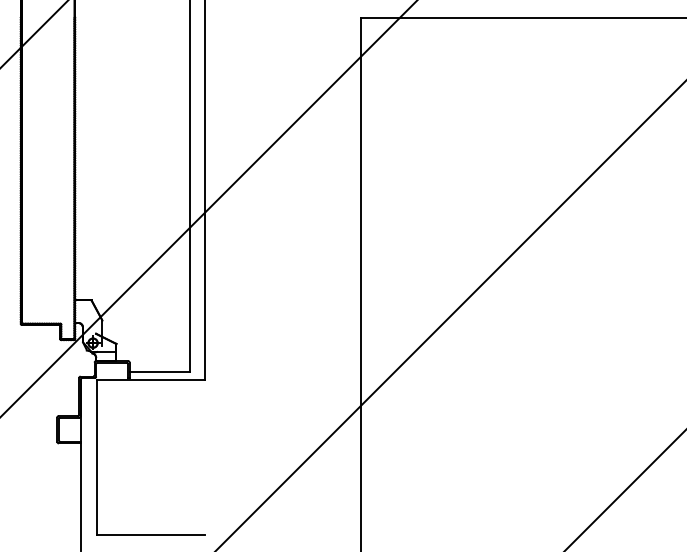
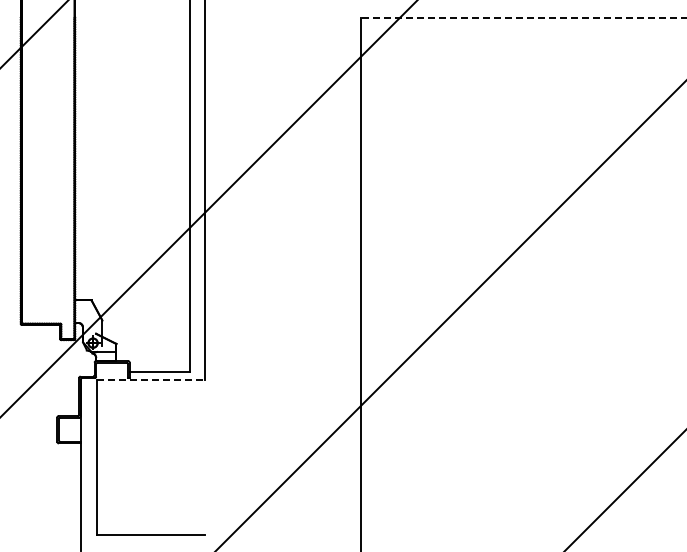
line at (523, 17): solid -> dashed
line at (151, 380): solid -> dashed
